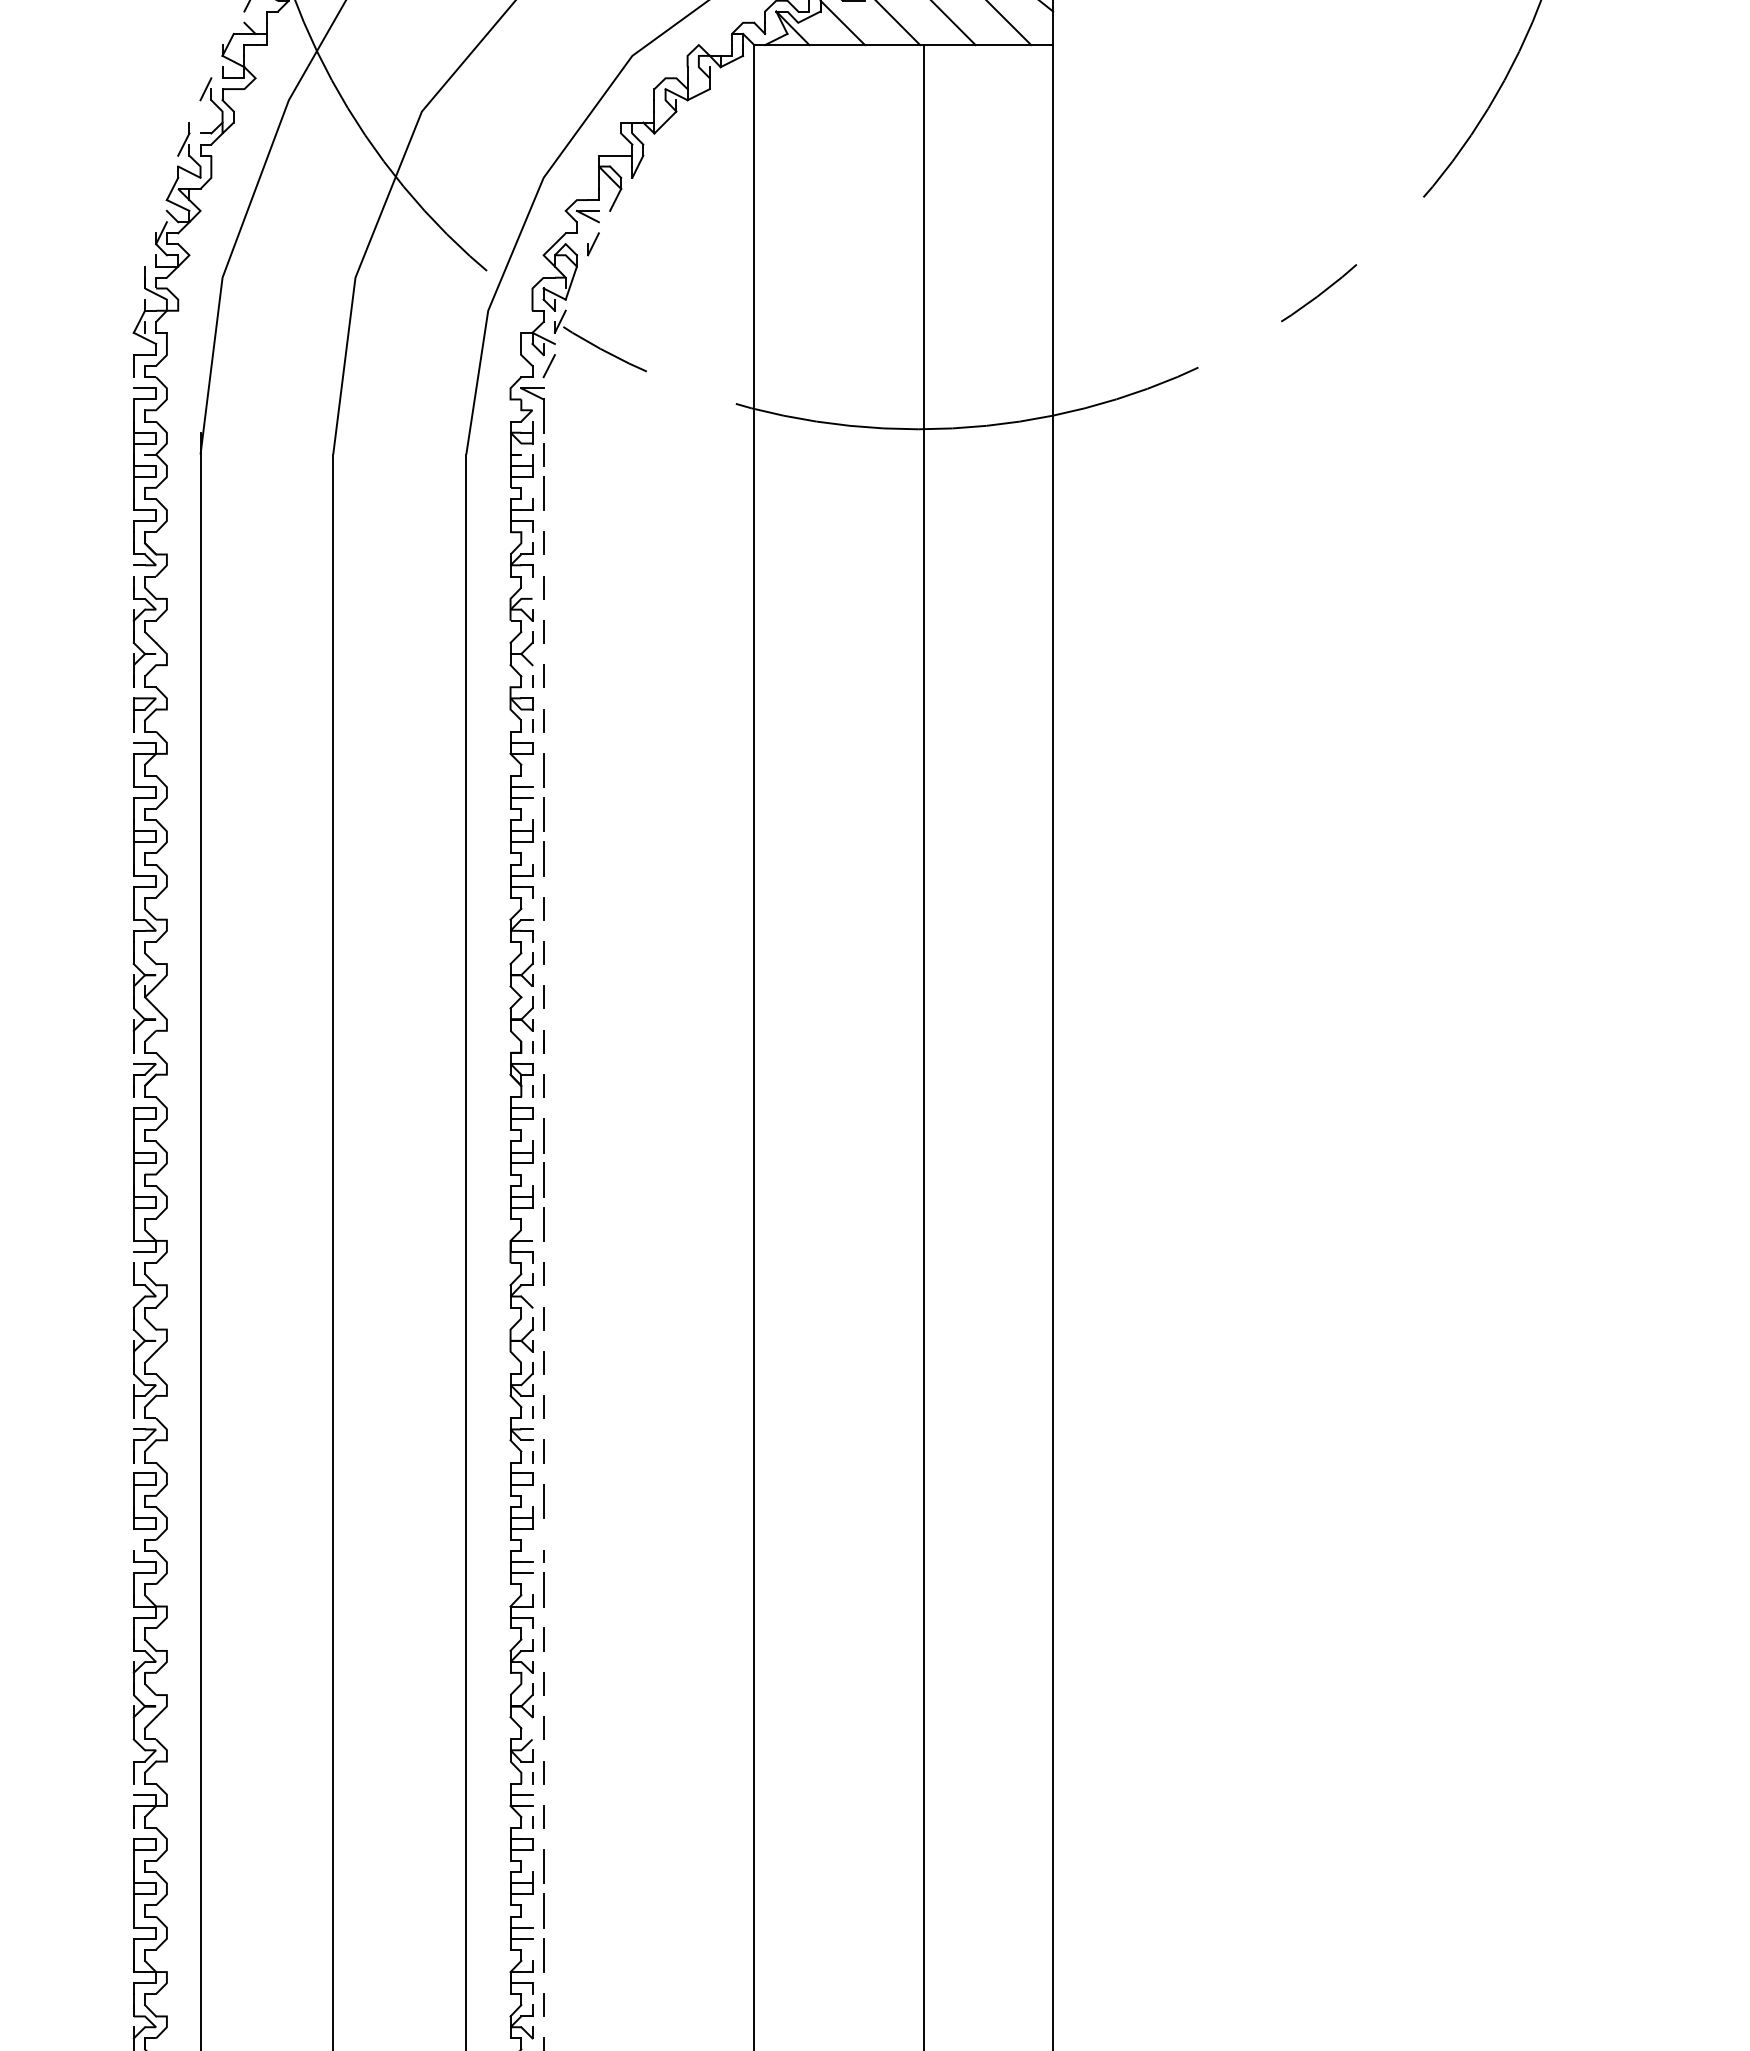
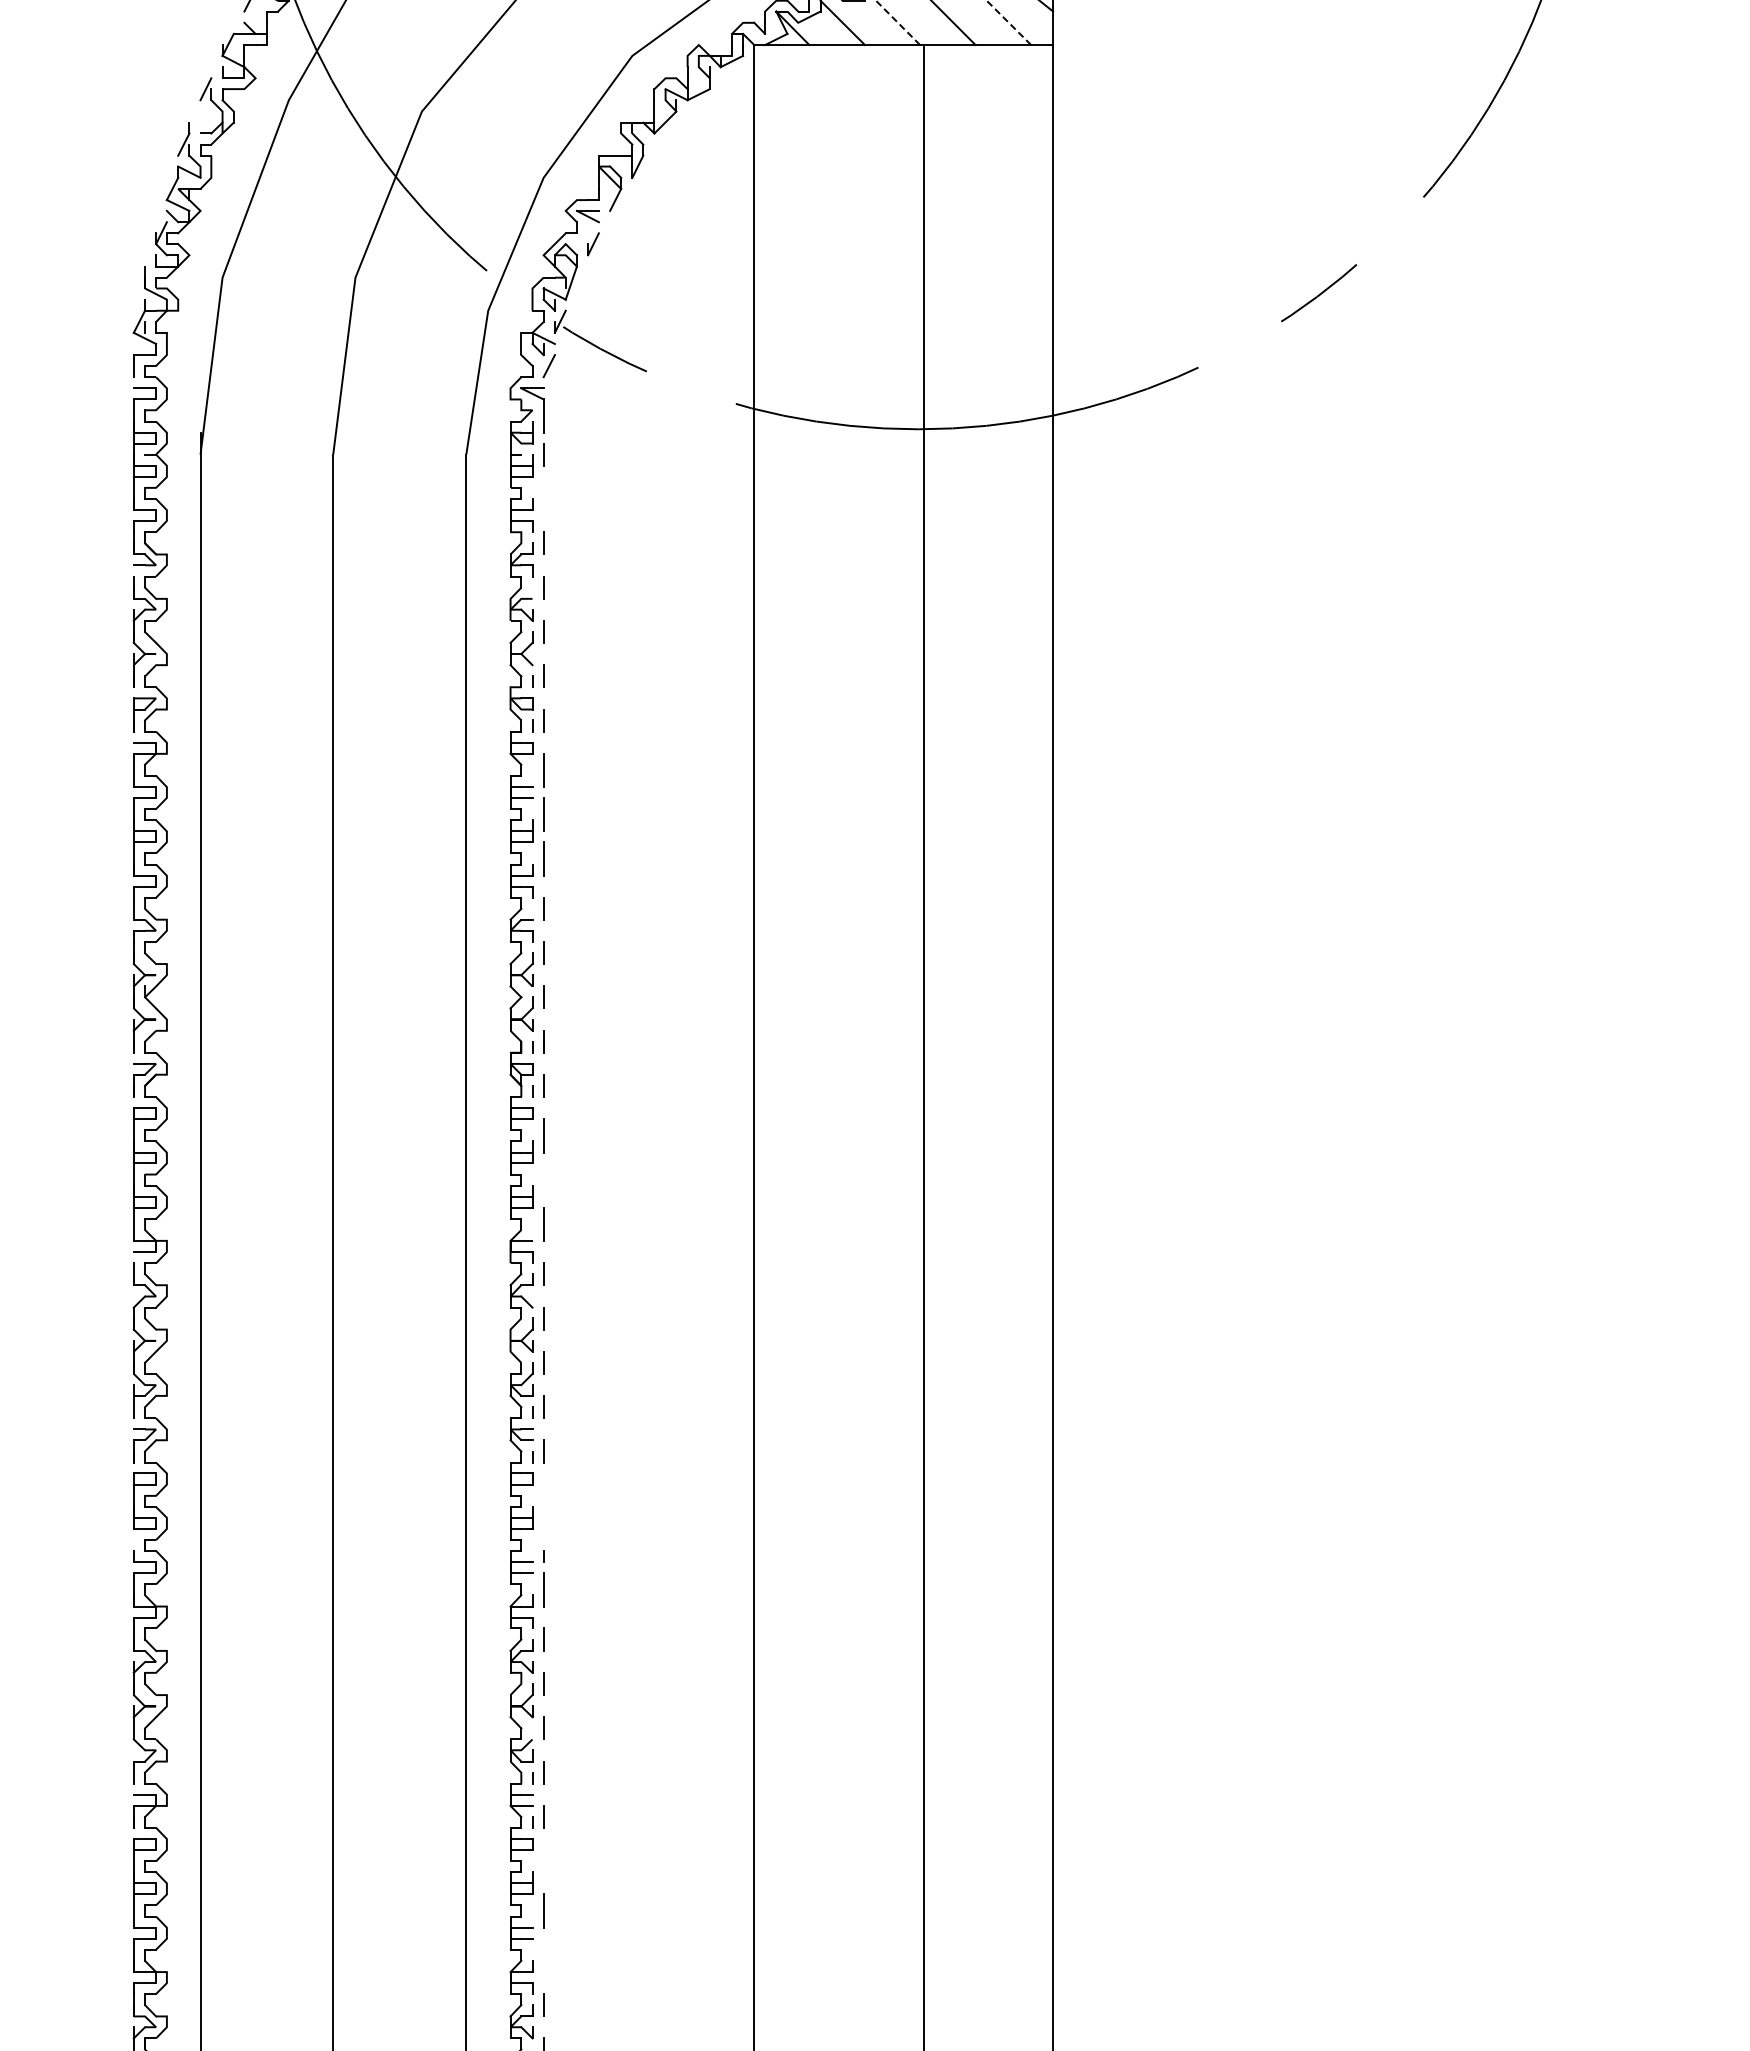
line at (897, 22): solid -> dashed
line at (1008, 22): solid -> dashed
line at (543, 493): present -> none
line at (543, 1179): present -> none
line at (543, 1500): present -> none
line at (543, 1866): present -> none
line at (543, 1955): present -> none
